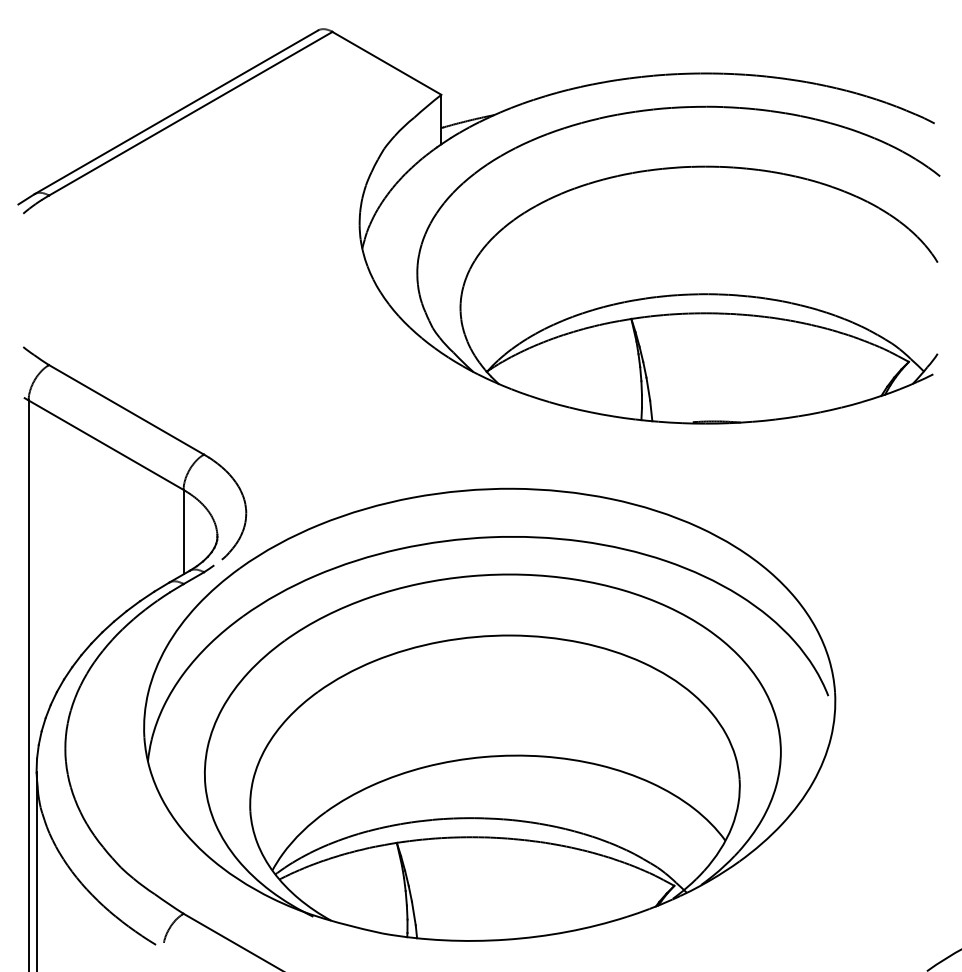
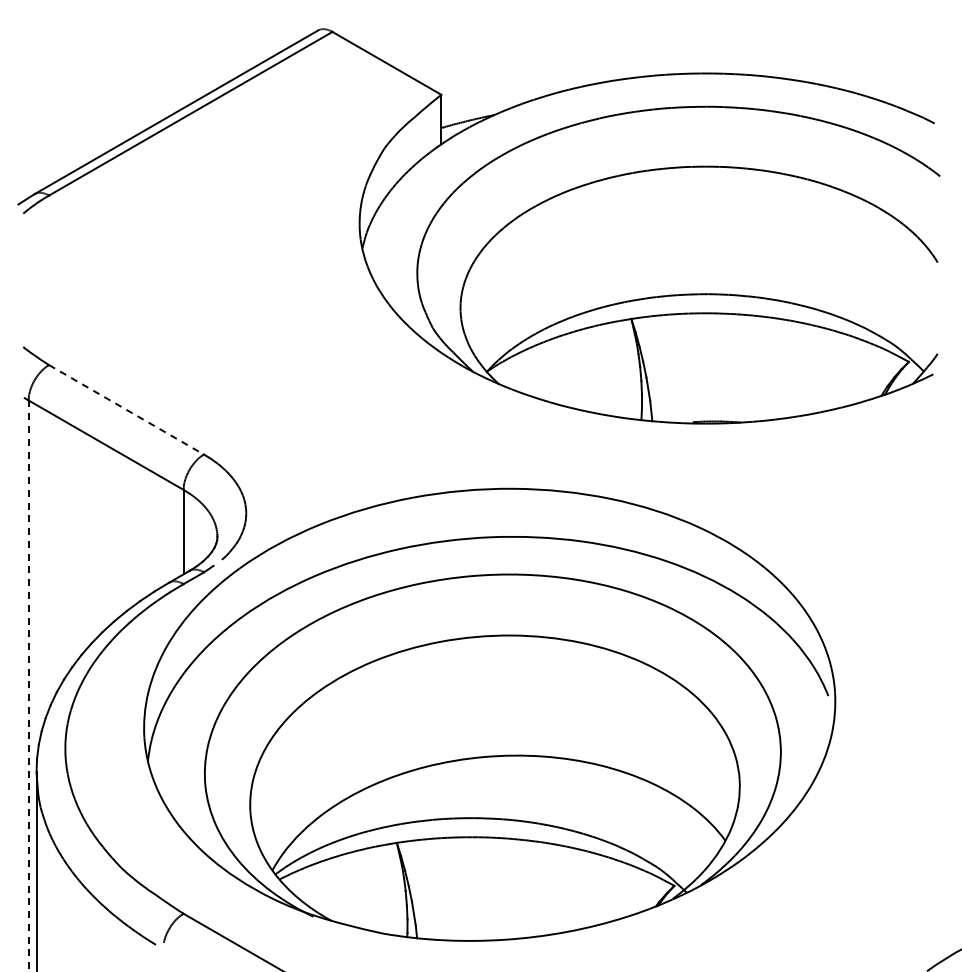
line at (126, 410): solid -> dashed
line at (28, 686): solid -> dashed
